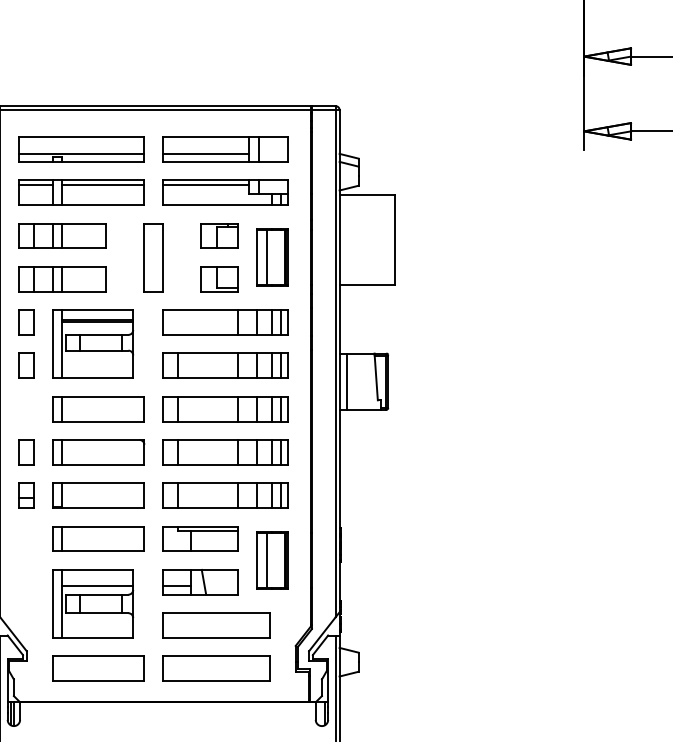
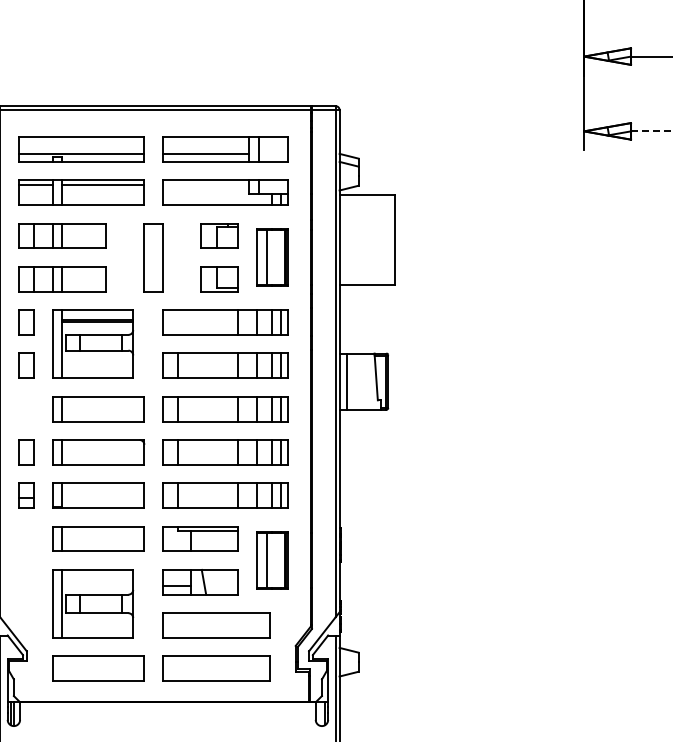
line at (652, 131): solid -> dashed
line at (205, 185): present -> none
line at (97, 586): present -> none
